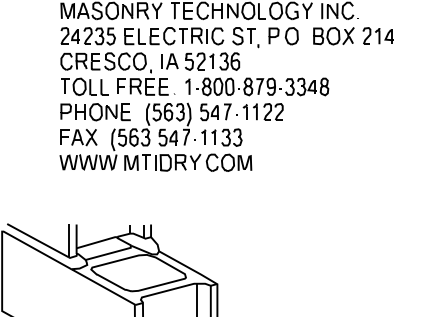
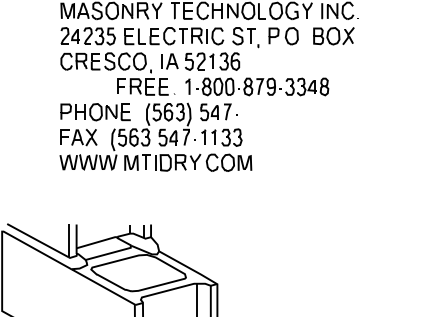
part at (377, 35): present -> none
part at (84, 86): present -> none
part at (262, 111): present -> none
